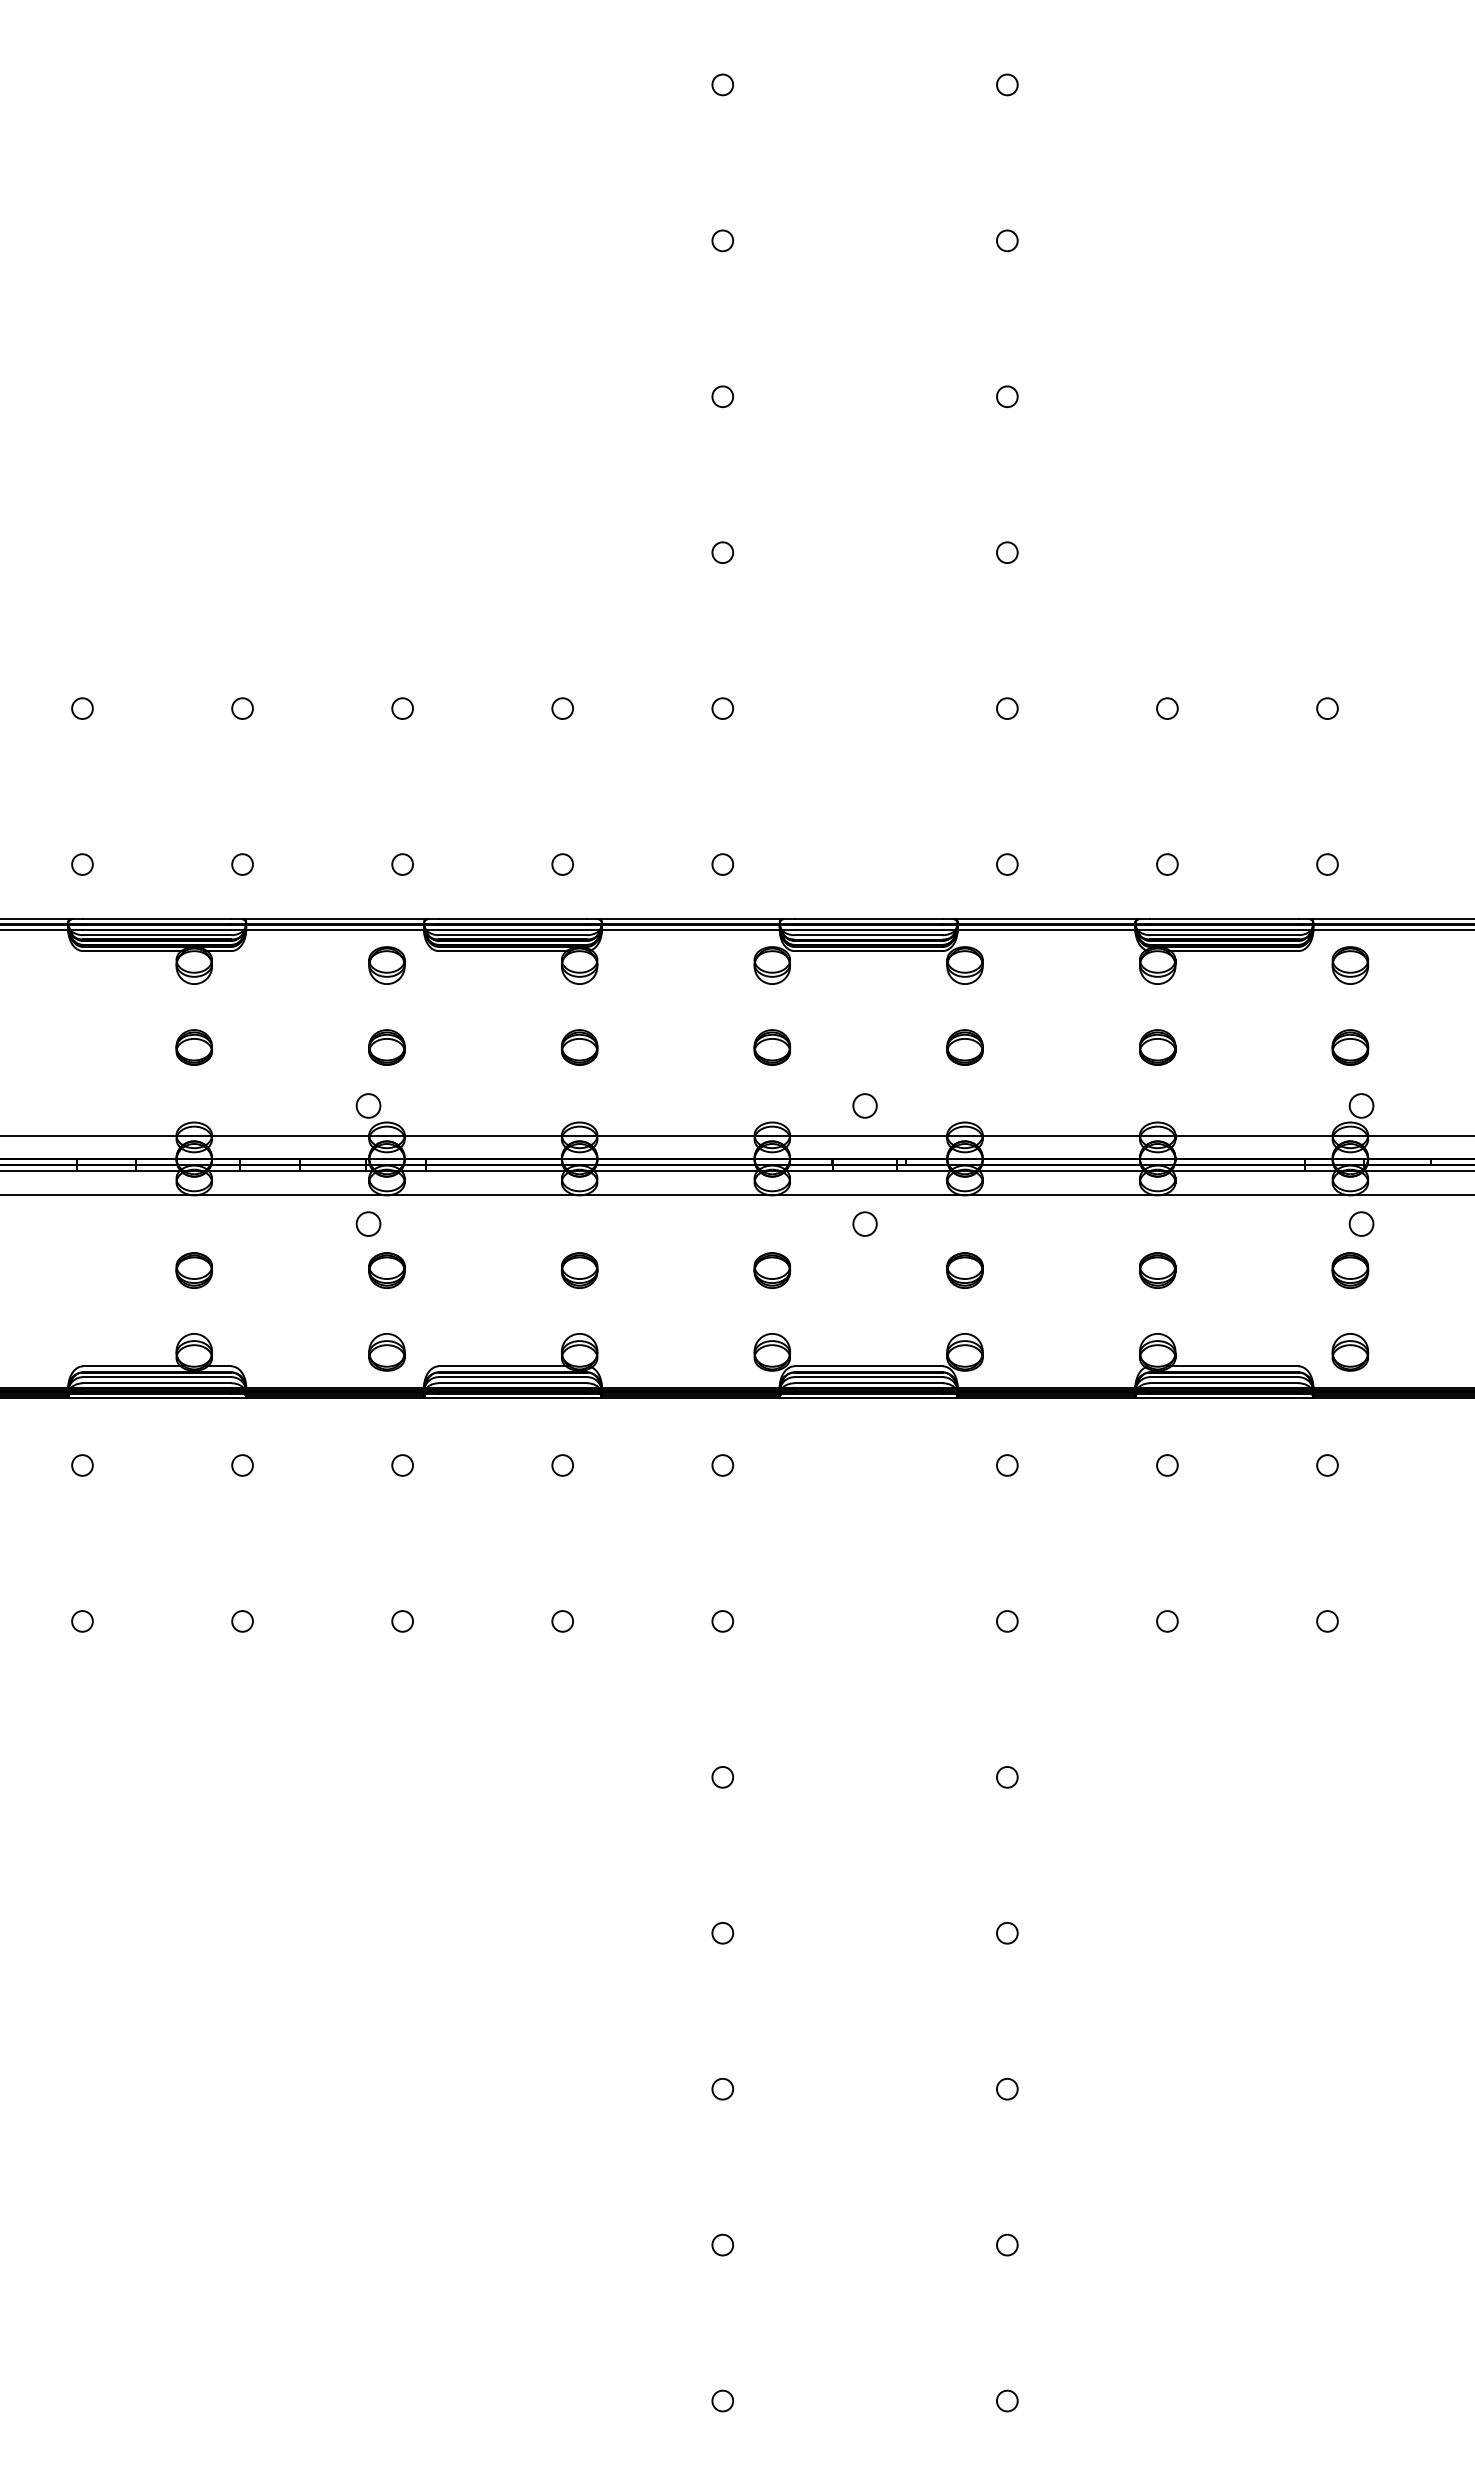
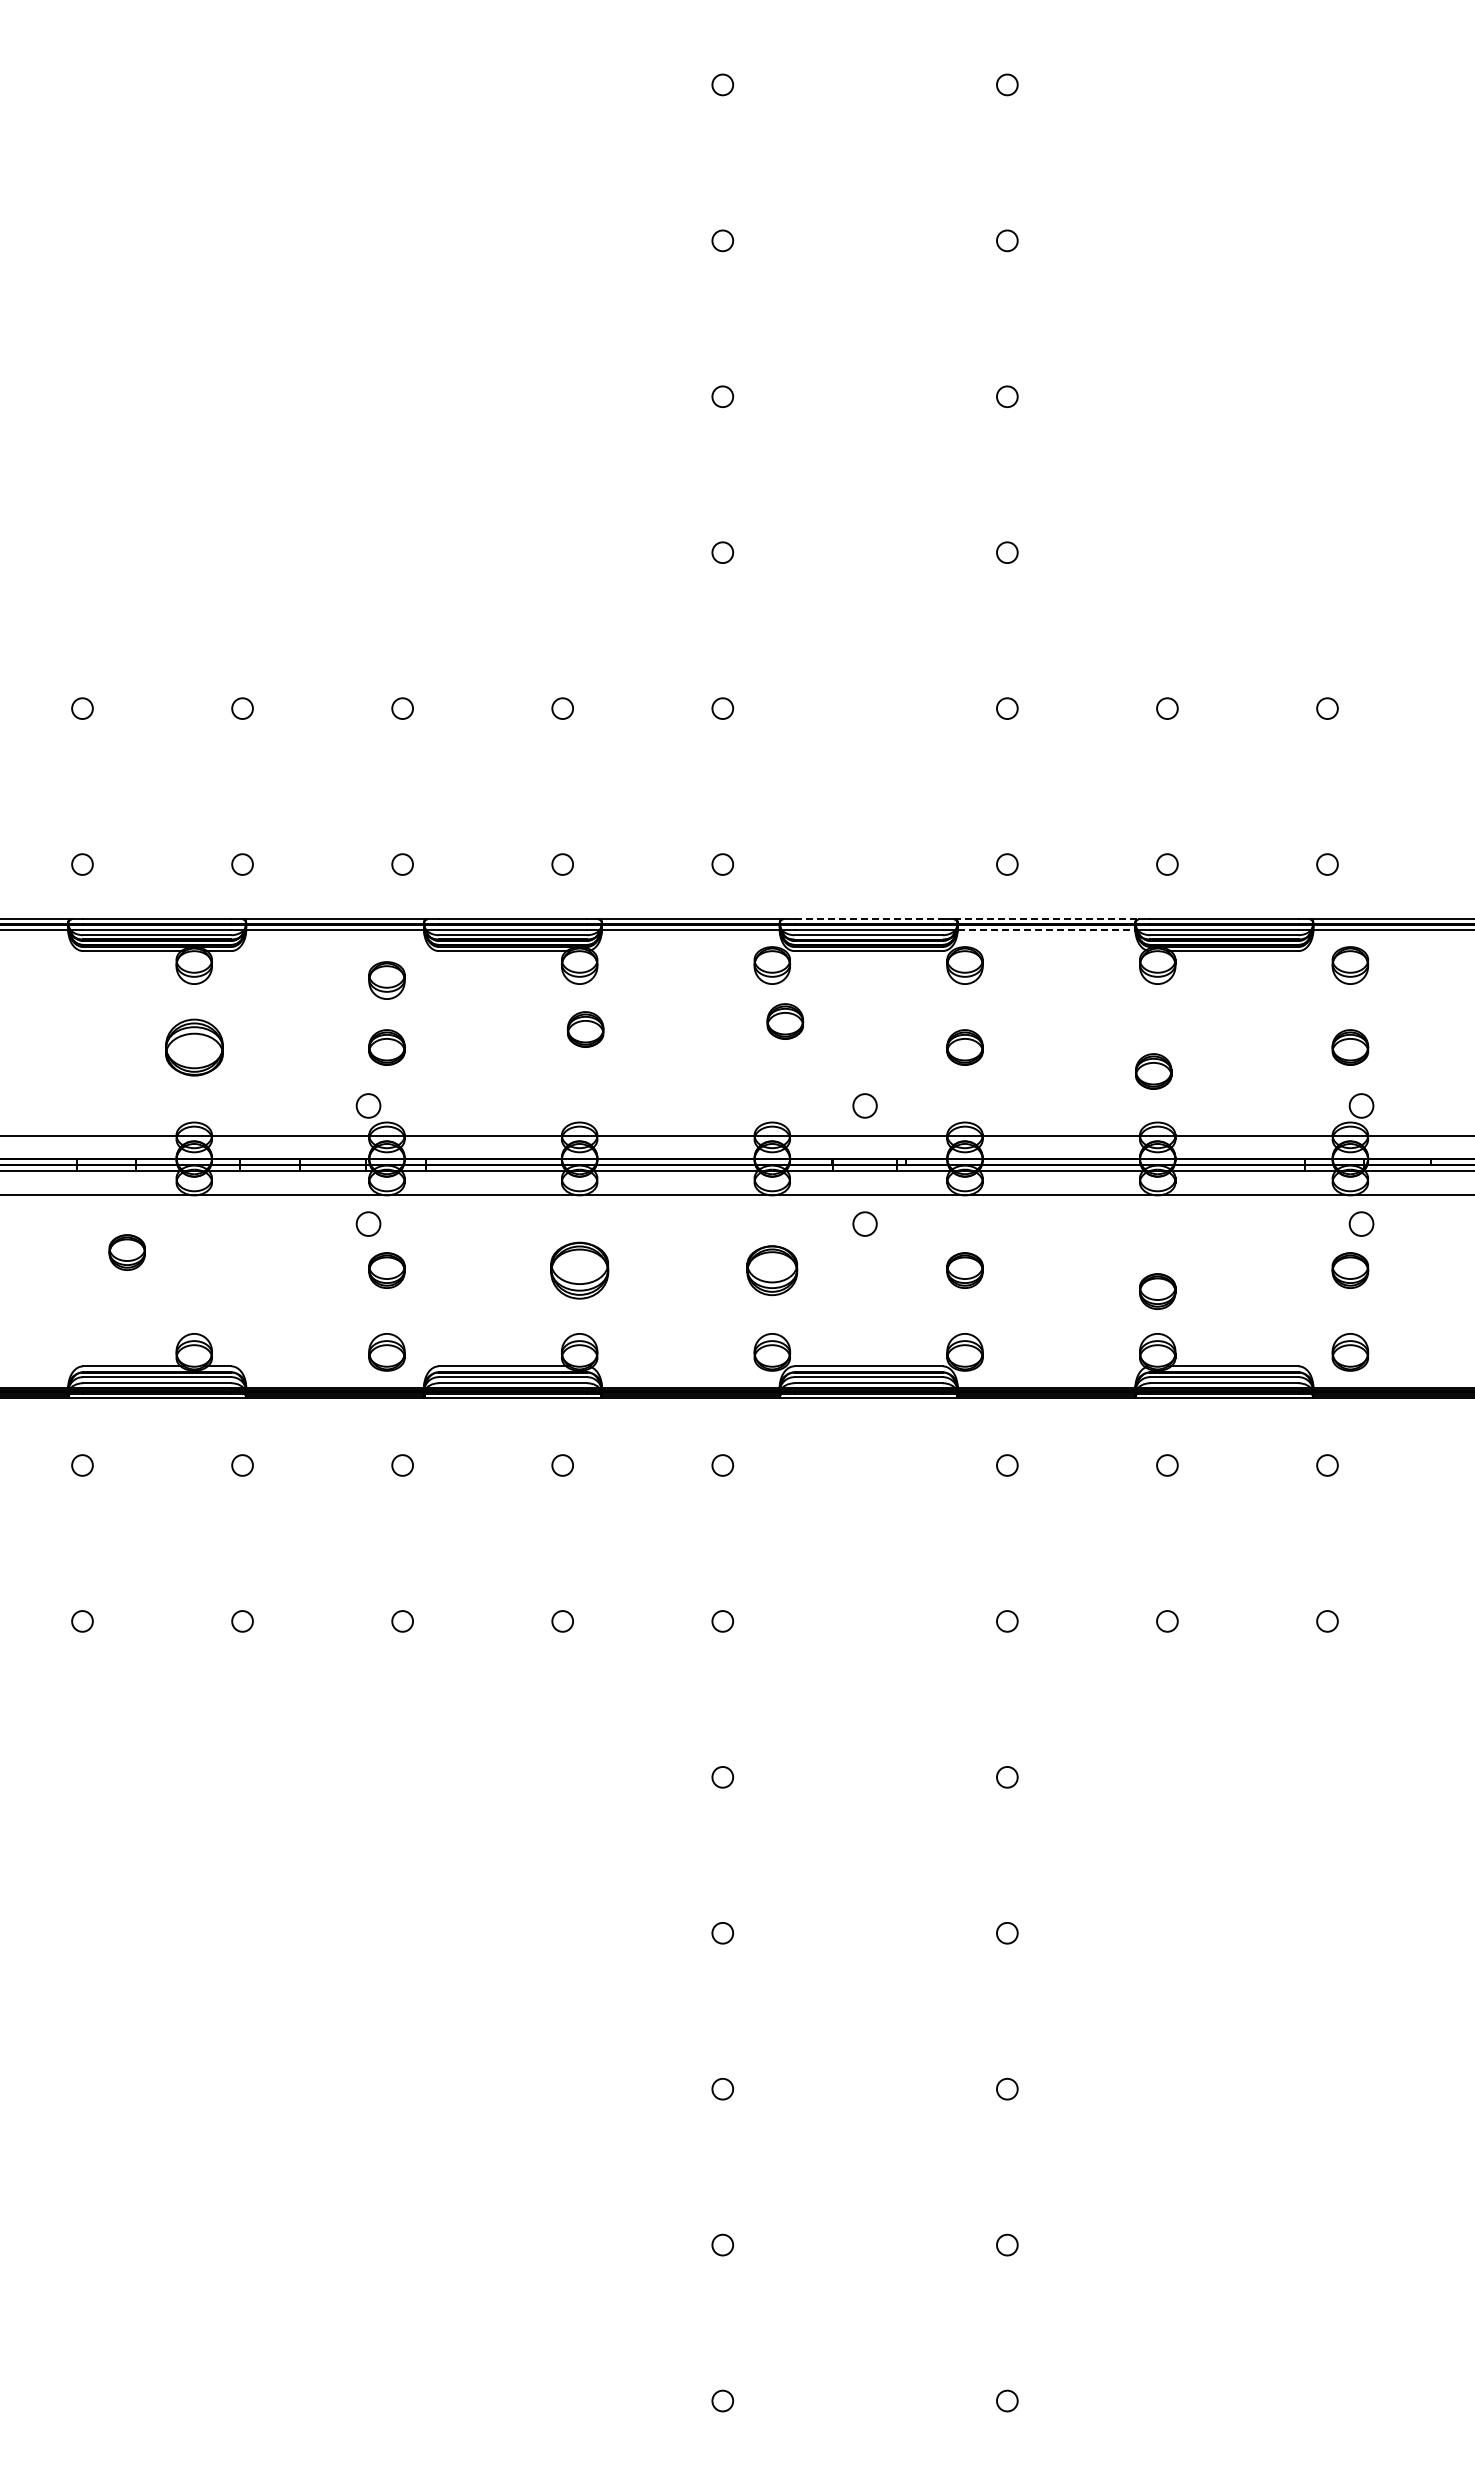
line at (869, 919): solid -> dashed
line at (1046, 919): solid -> dashed
line at (1047, 930): solid -> dashed
part at (386, 965) position: (386, 965) -> (386, 980)
part at (193, 1047) size: 38x37 px -> 59x59 px
part at (579, 1047) position: (579, 1047) -> (585, 1029)
part at (772, 1047) position: (772, 1047) -> (785, 1021)
part at (1157, 1047) position: (1157, 1047) -> (1153, 1071)
part at (193, 1270) position: (193, 1270) -> (126, 1252)
part at (579, 1270) size: 39x37 px -> 60x59 px
part at (772, 1270) size: 39x37 px -> 53x52 px
part at (1157, 1270) position: (1157, 1270) -> (1157, 1291)
